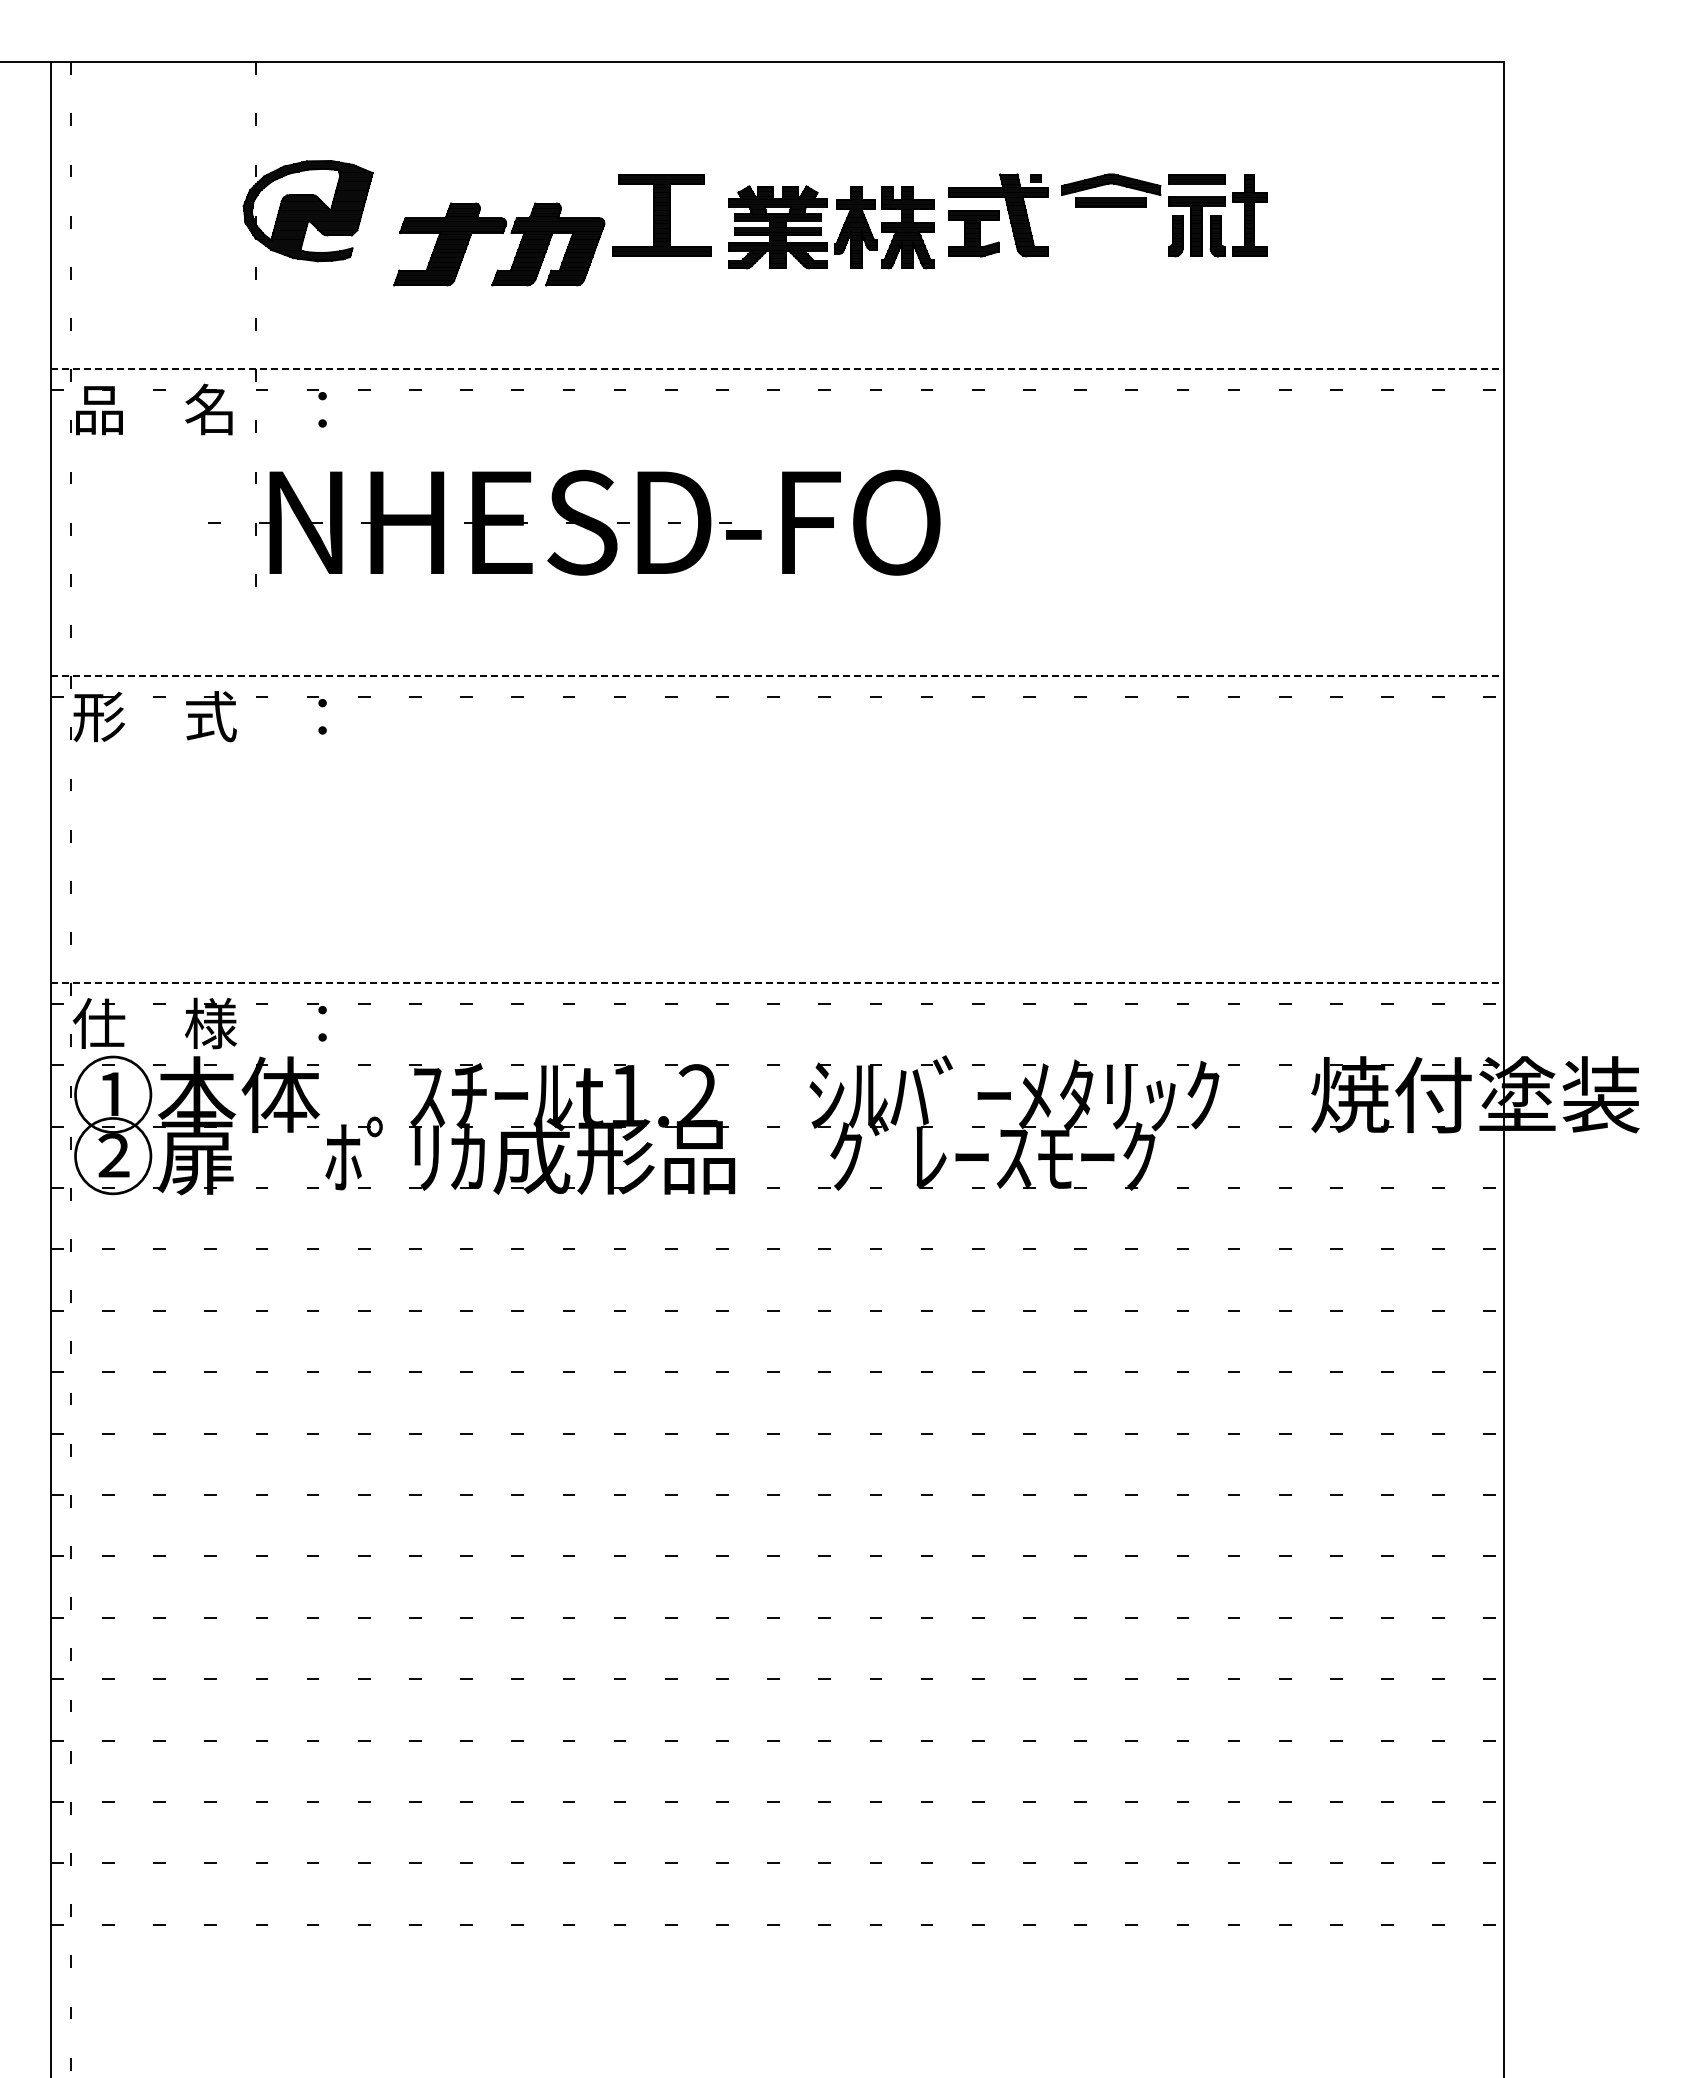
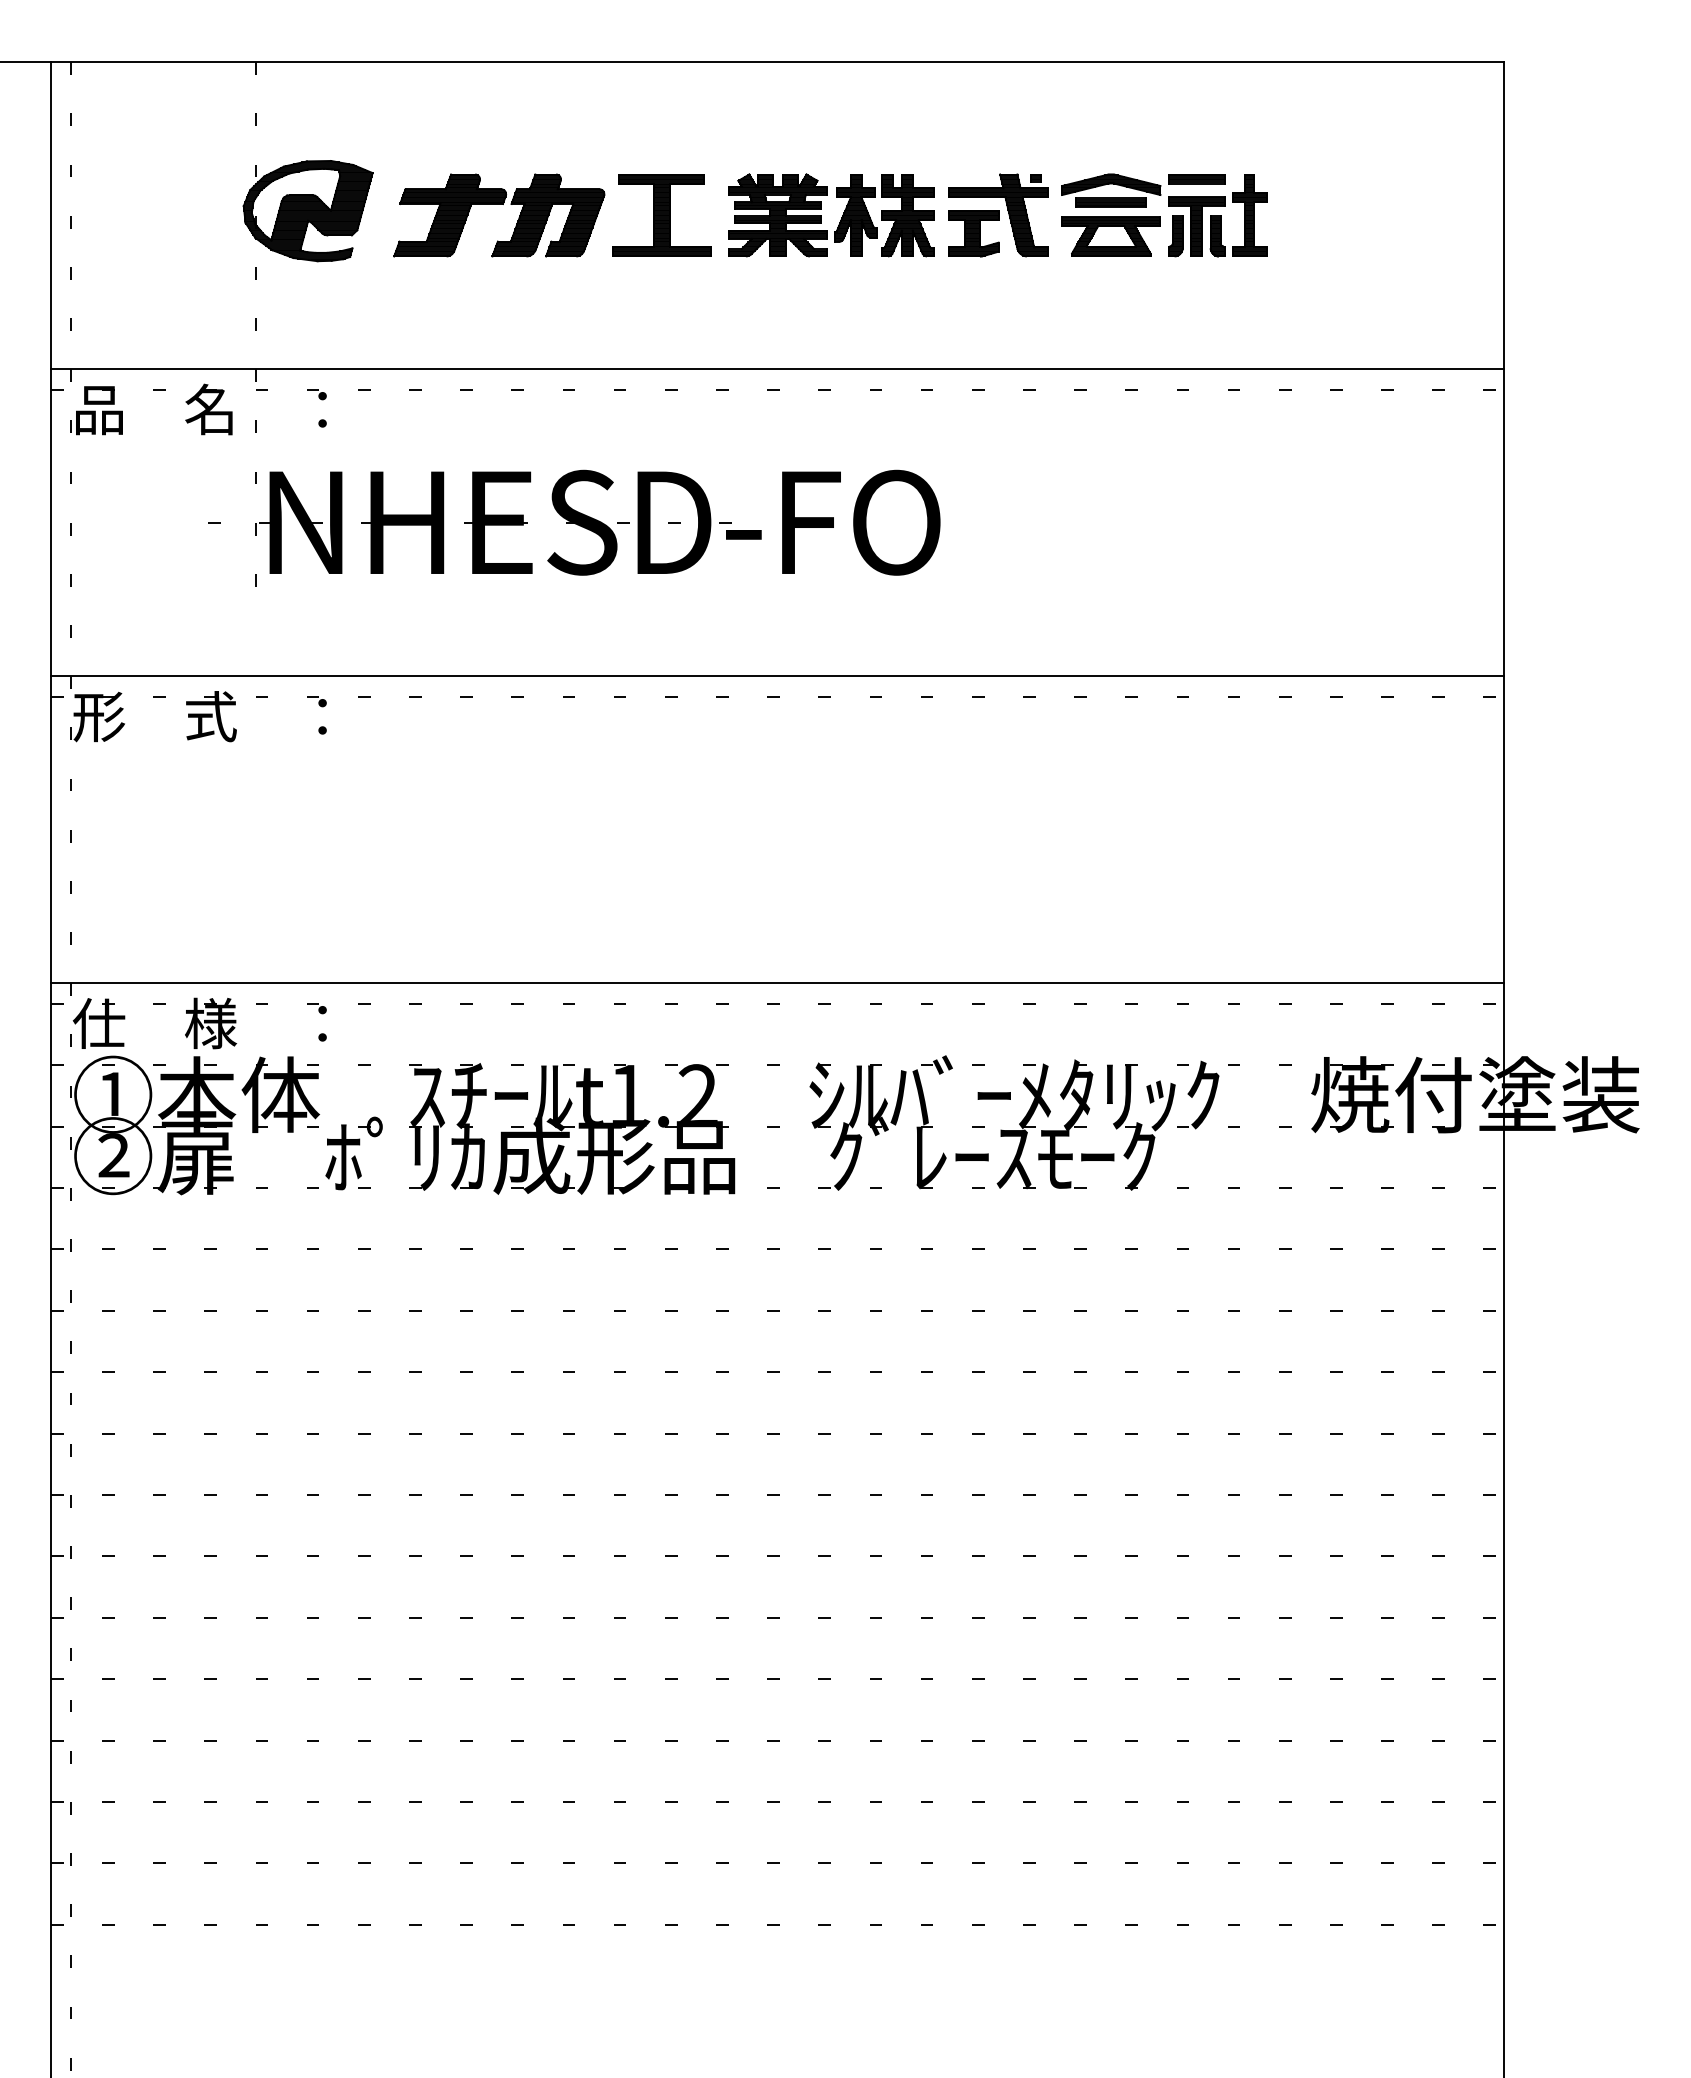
part at (840, 231) position: (840, 231) -> (840, 219)
part at (499, 233) position: (499, 233) -> (499, 204)
part at (1110, 236): none -> present
line at (777, 369): dashed -> solid
line at (777, 676): dashed -> solid
line at (777, 983): dashed -> solid
